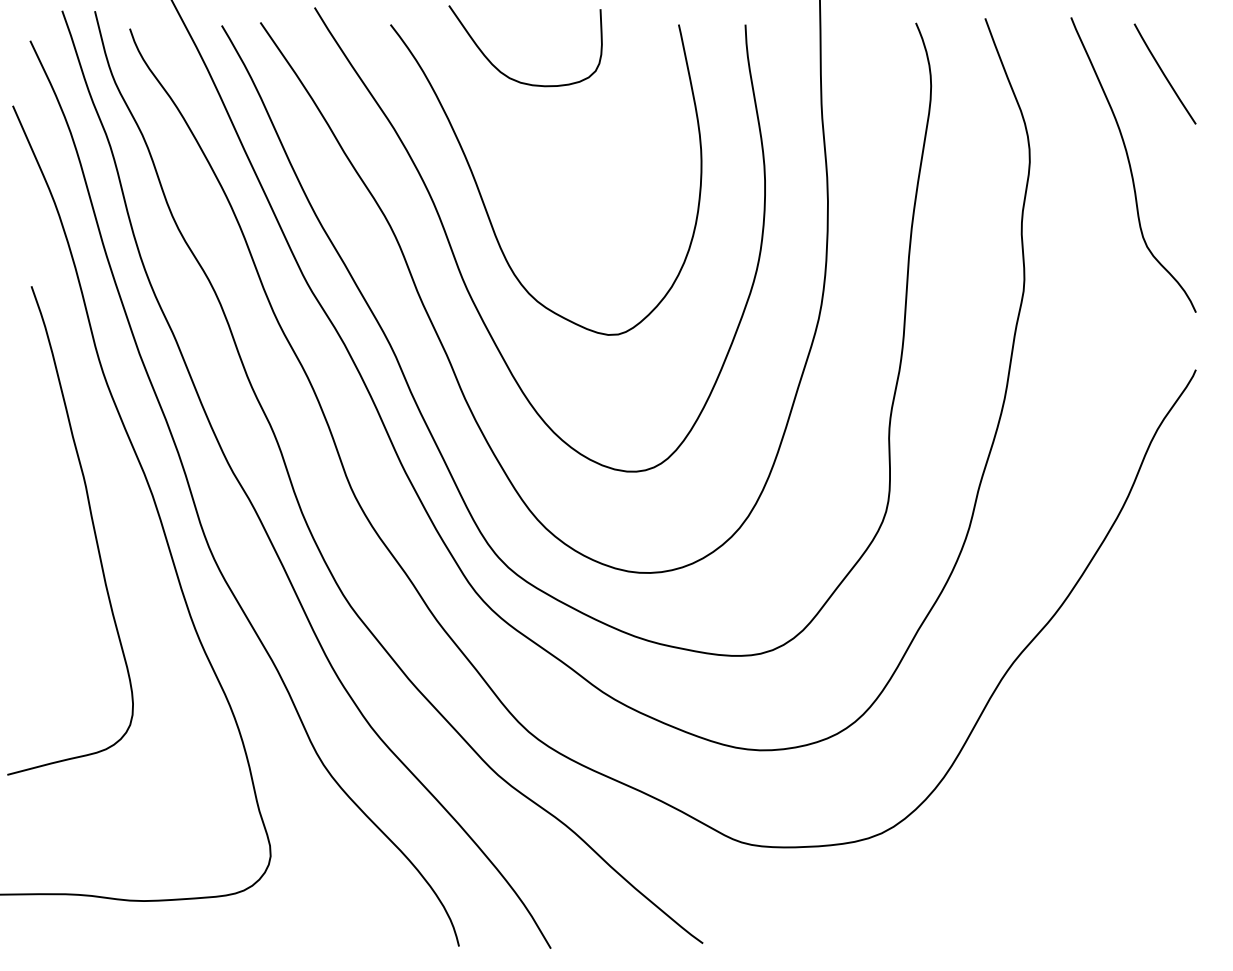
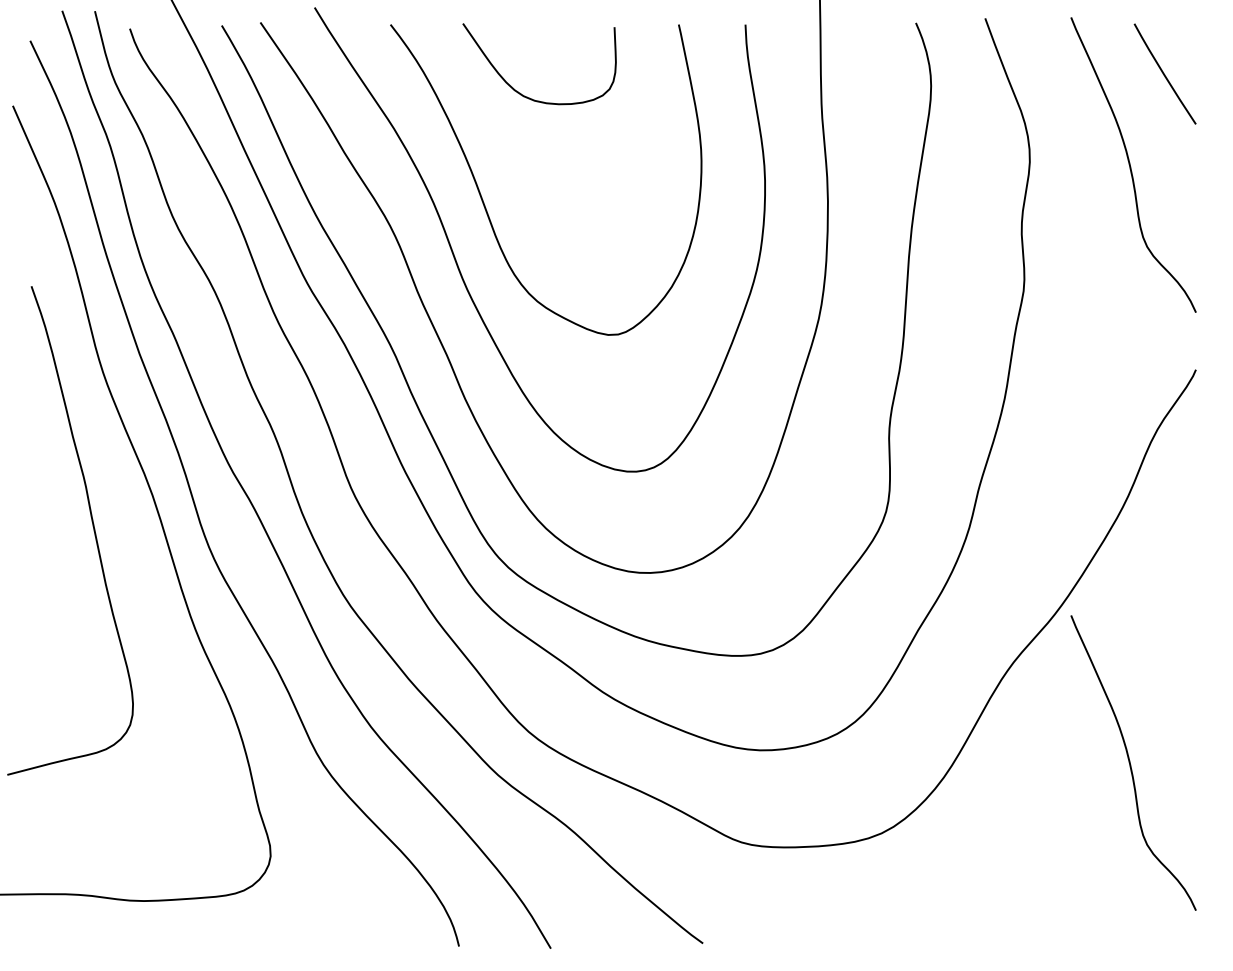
curve at (503, 72) position: (503, 72) -> (517, 90)
curve at (1131, 764): none -> present
